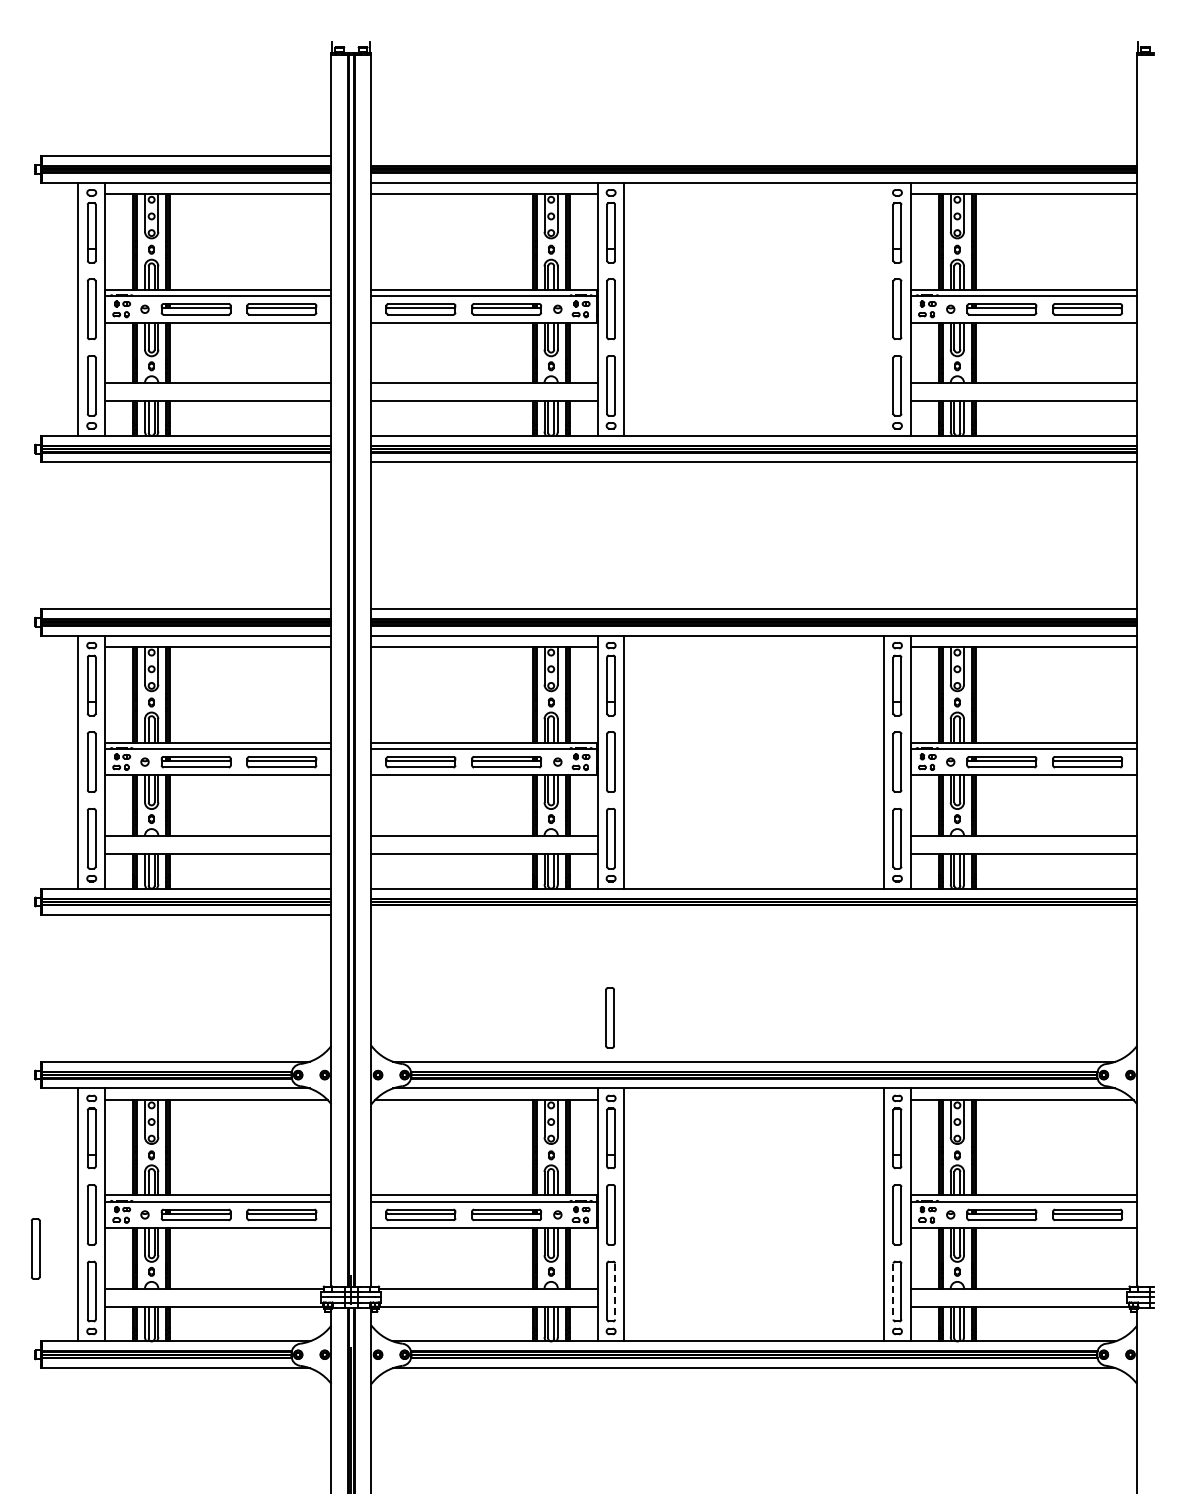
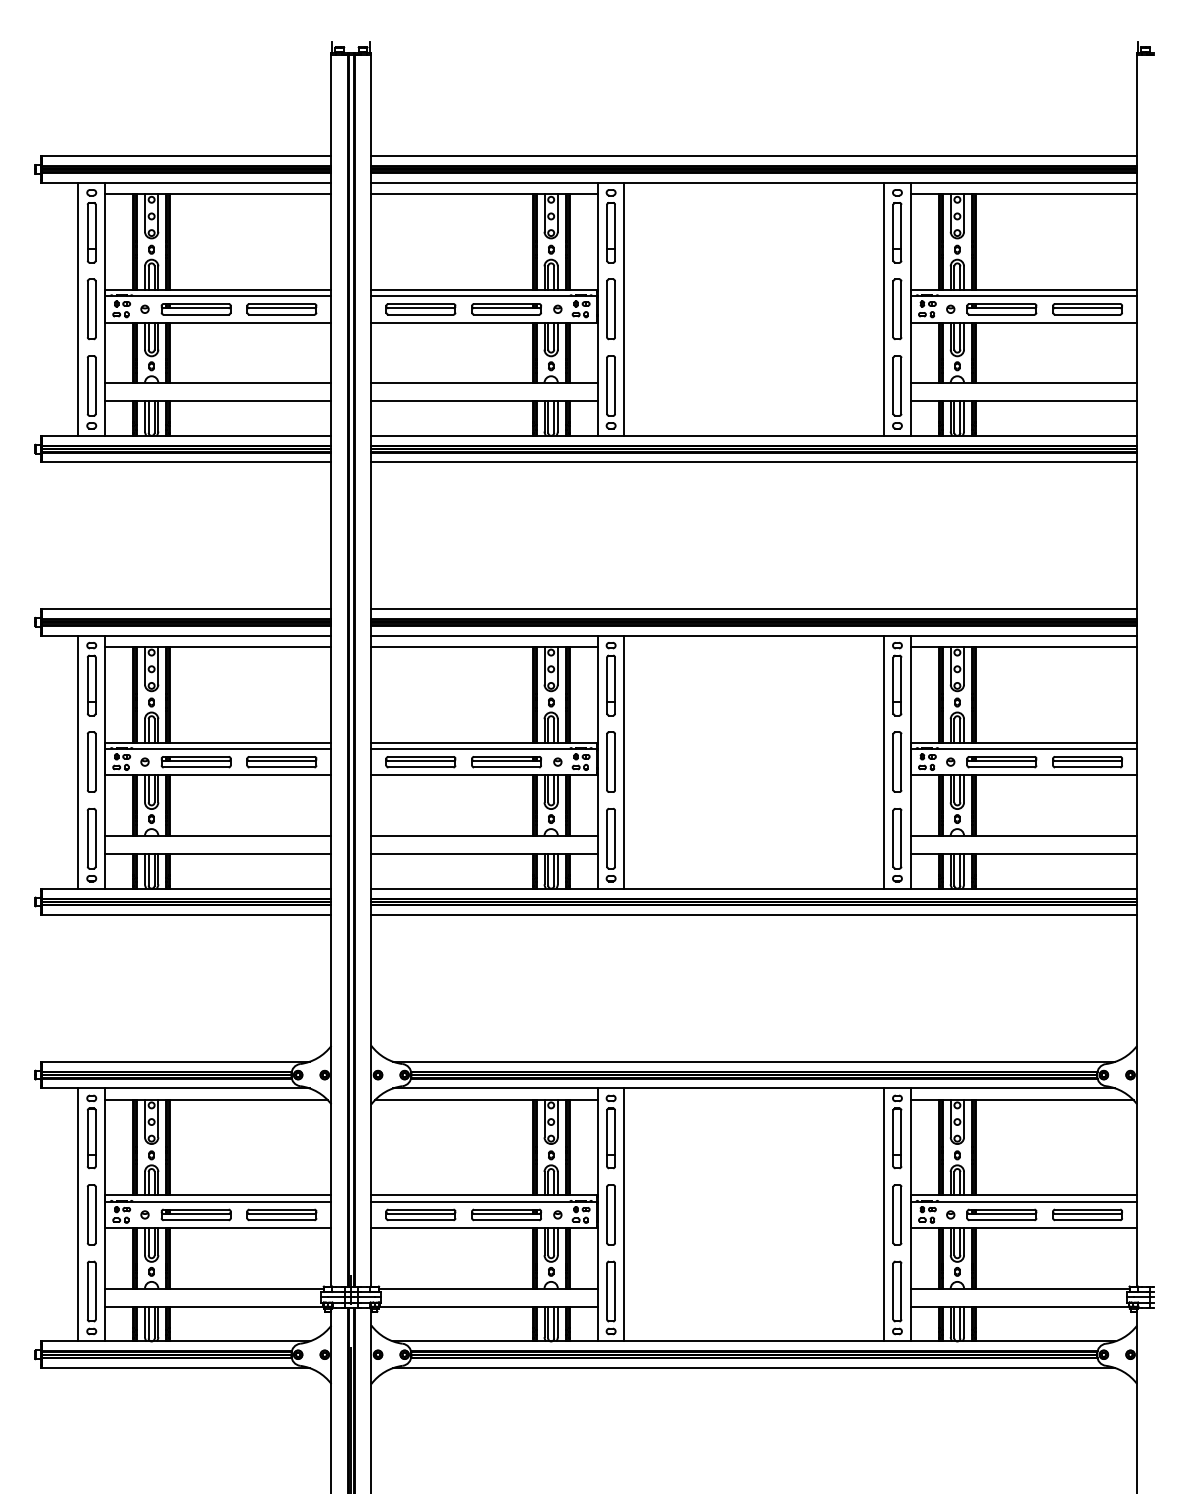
line at (754, 156): none -> present
line at (884, 308): none -> present
line at (754, 915): none -> present
part at (609, 1017): present -> none
part at (35, 1248): present -> none
line at (615, 1291): dashed -> solid
line at (893, 1291): dashed -> solid
